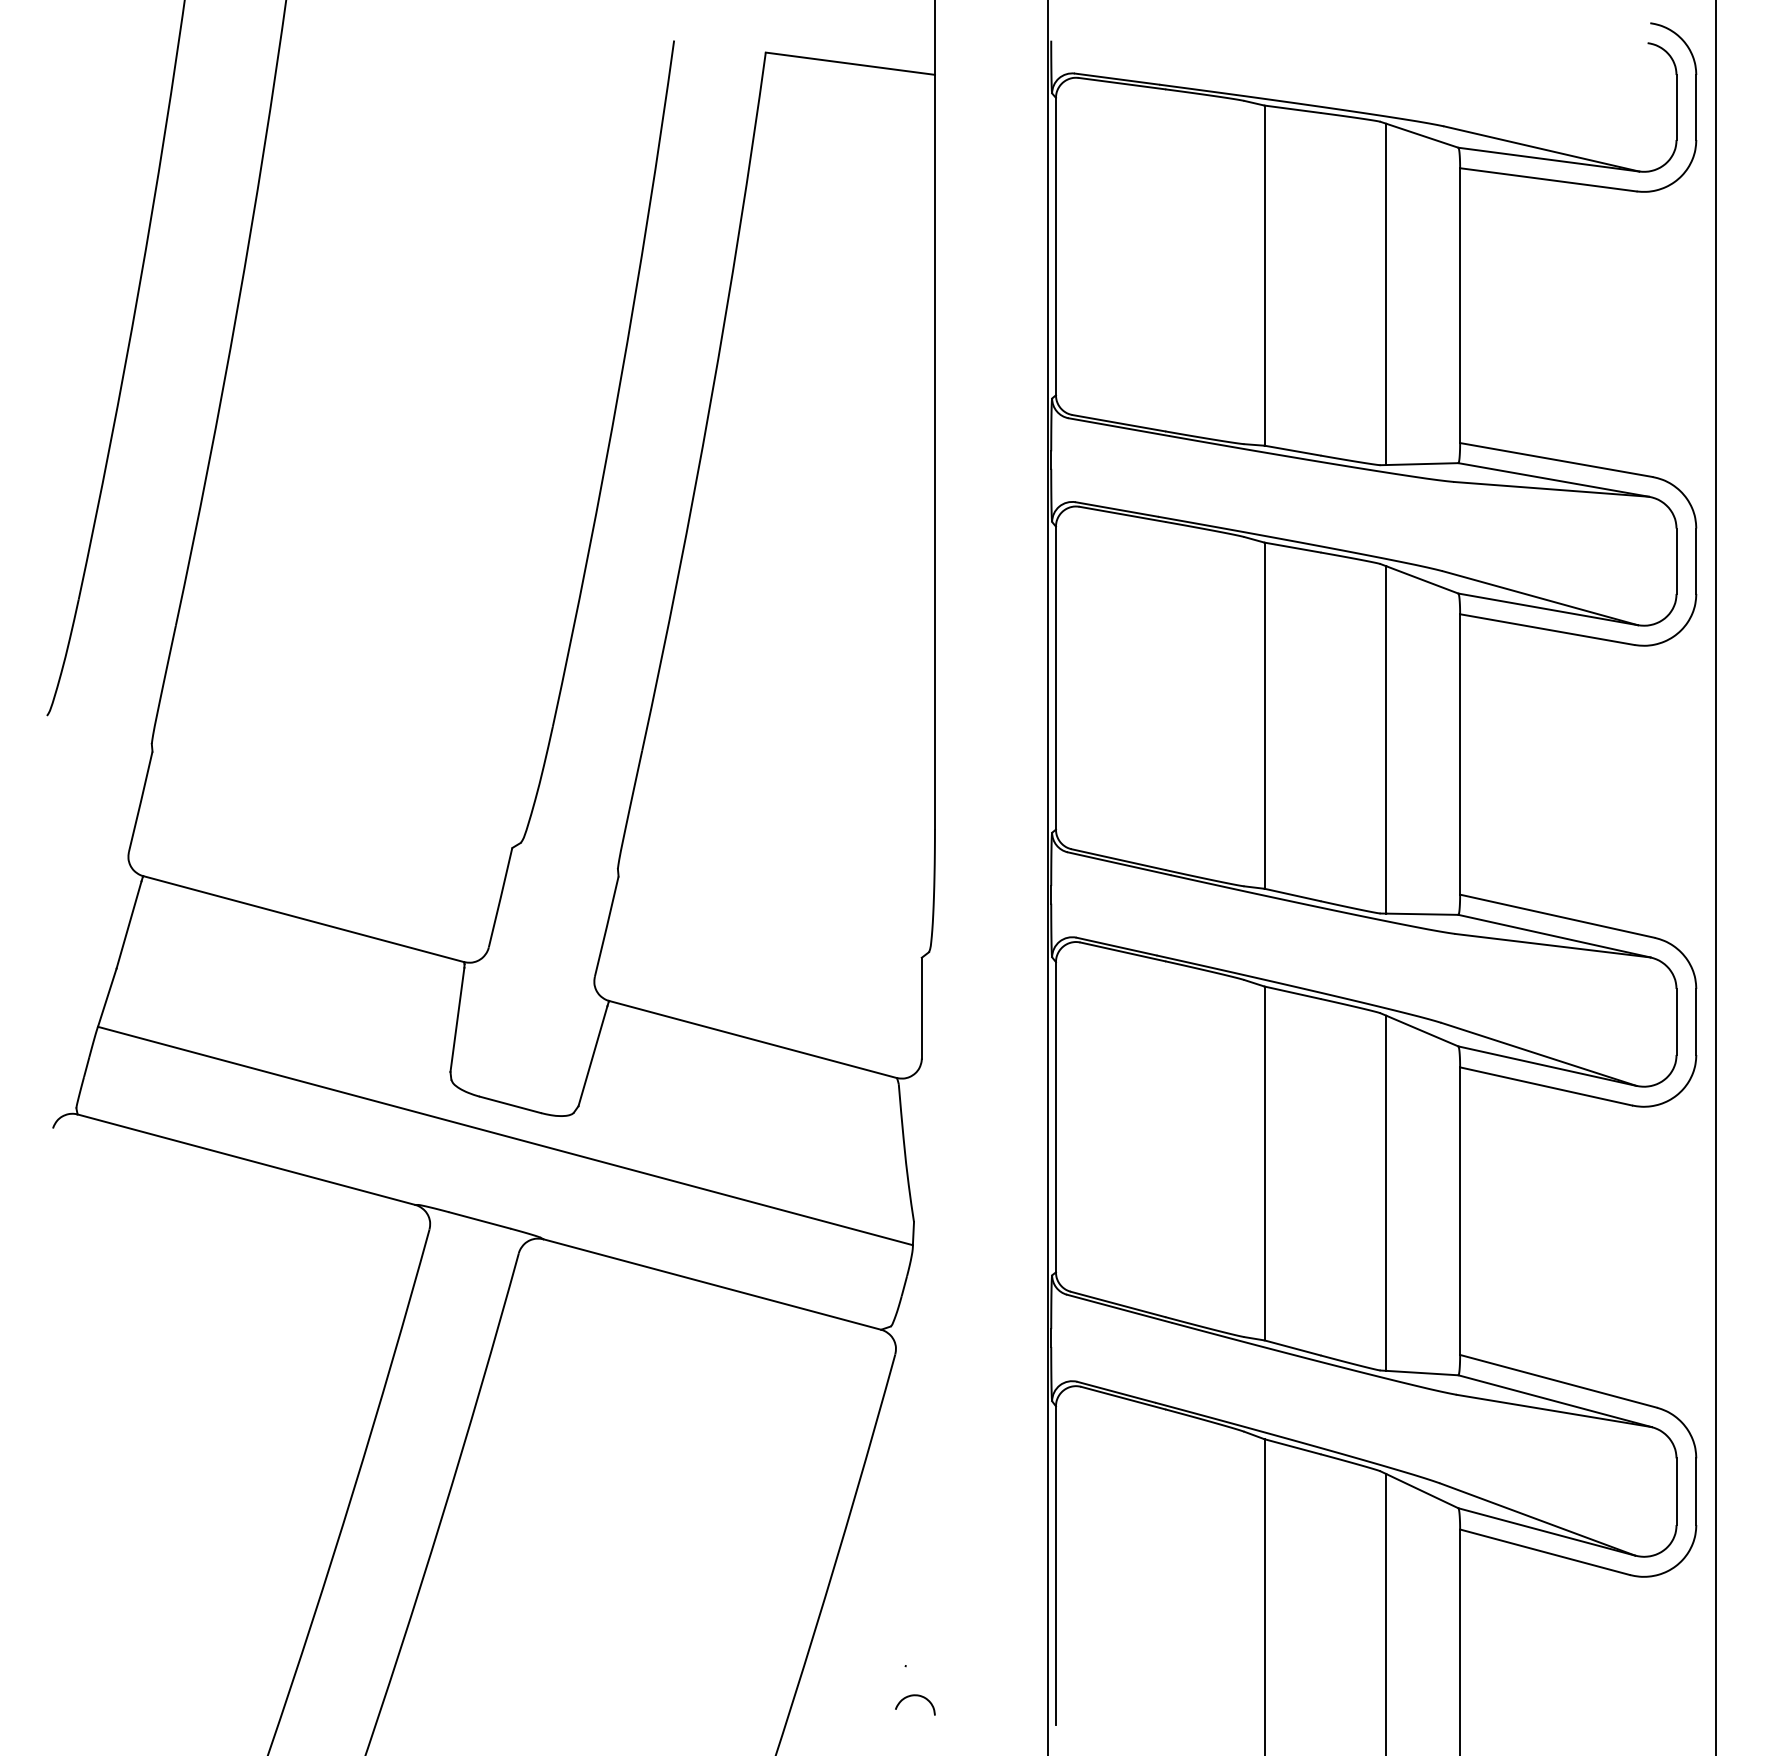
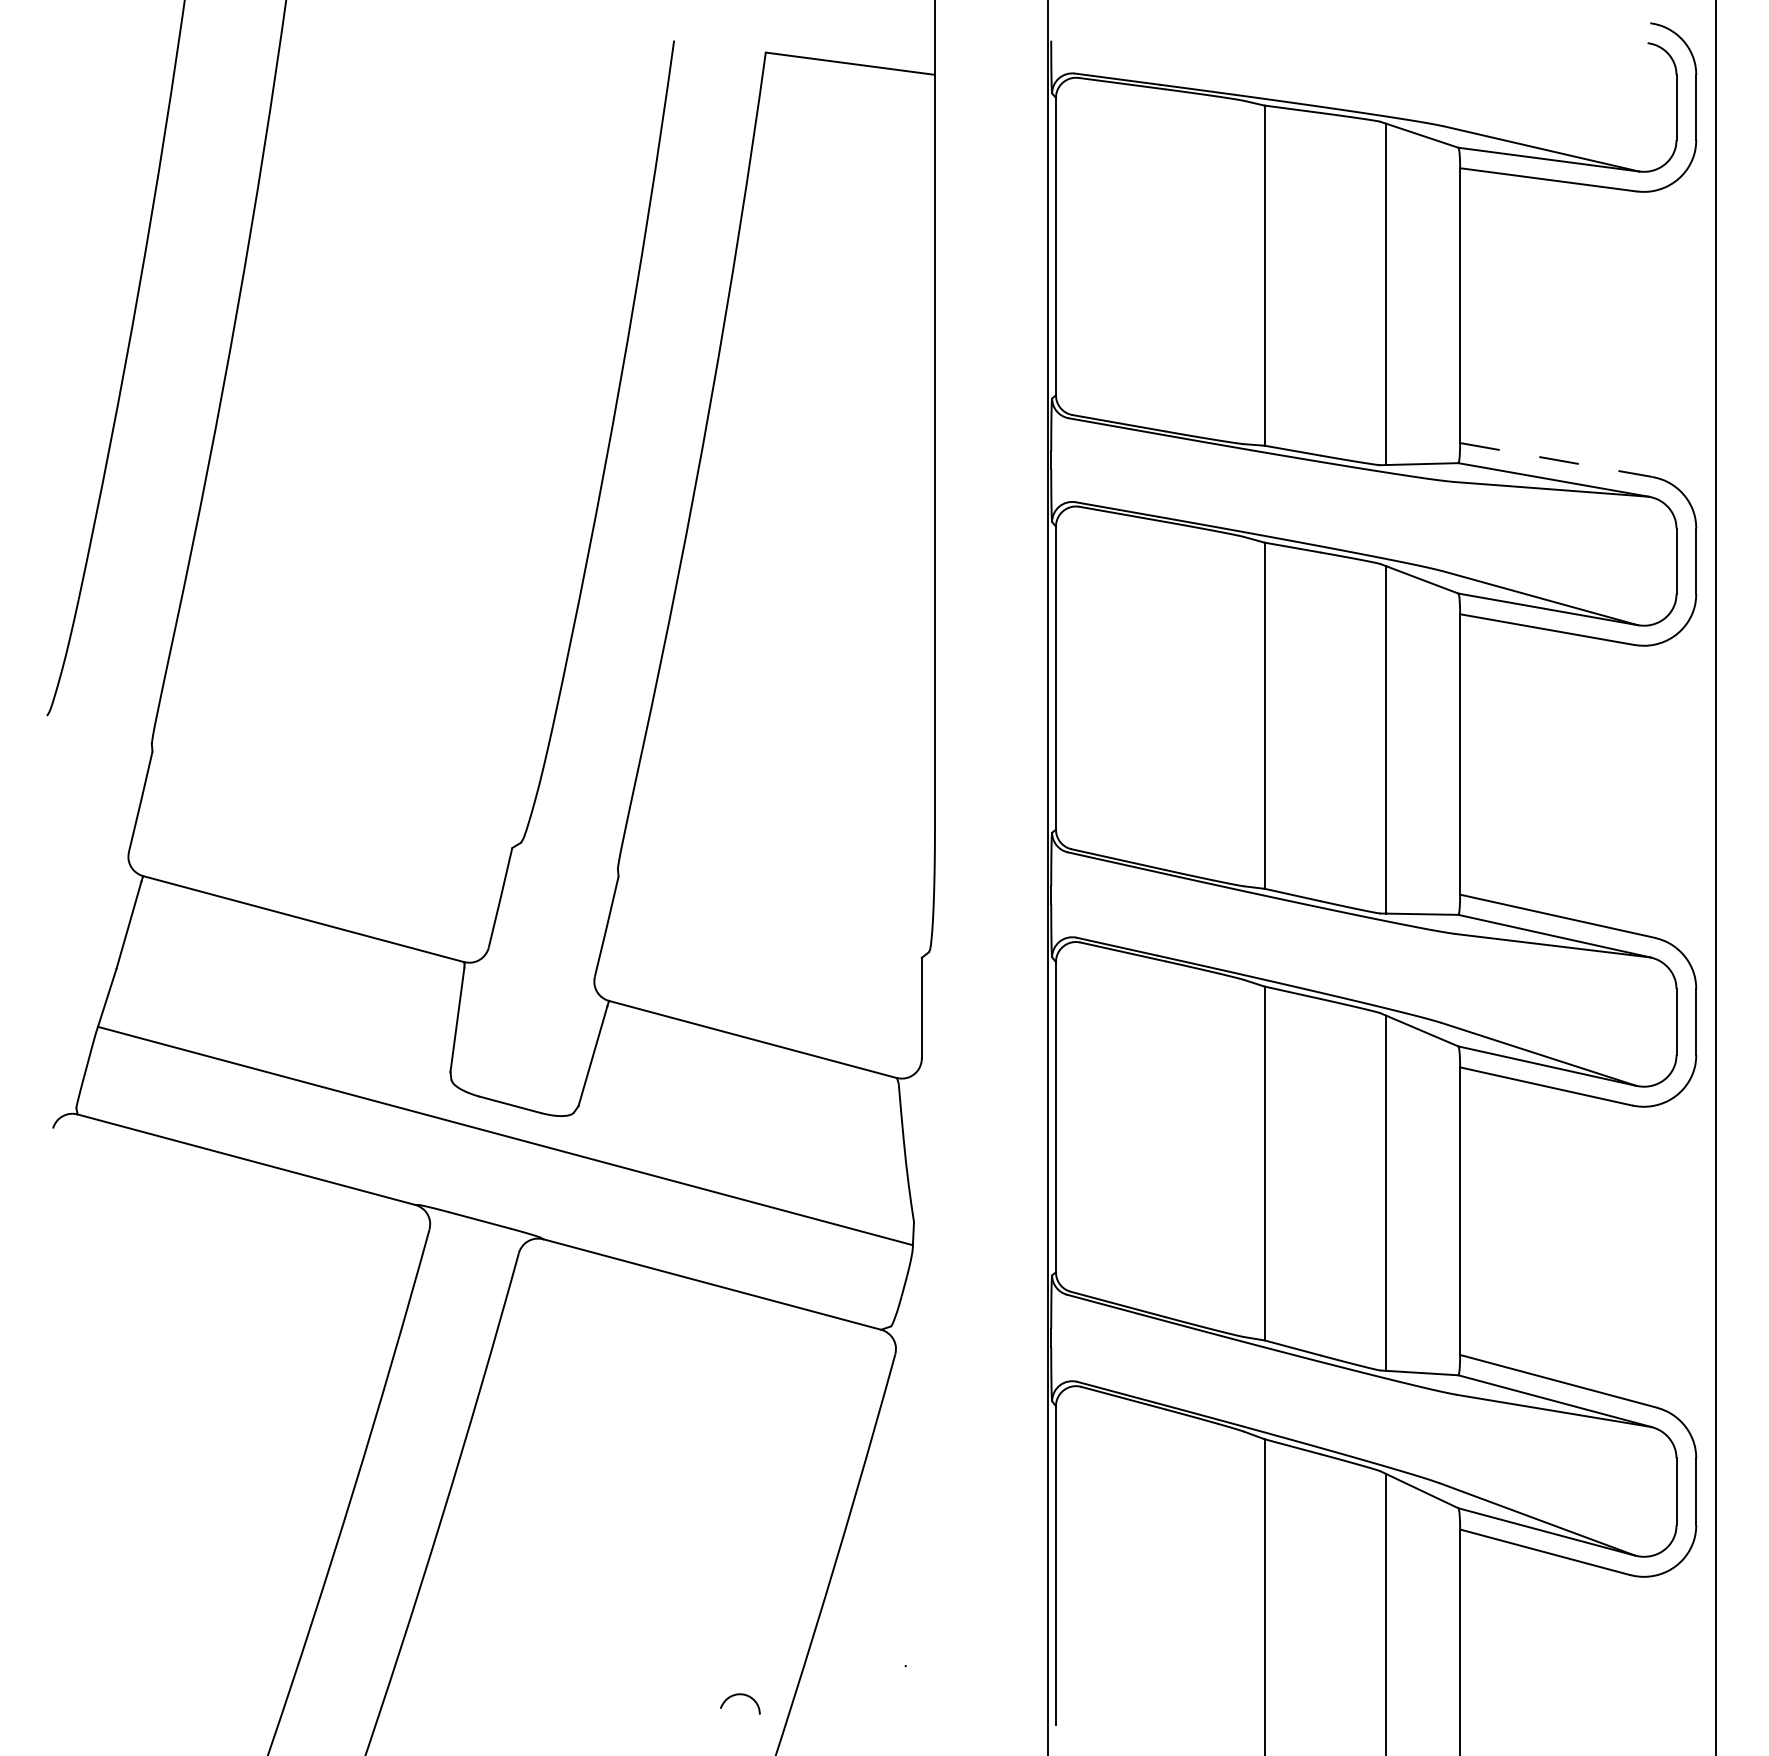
line at (1556, 460): solid -> dashed
curve at (915, 1696) position: (915, 1696) -> (740, 1695)
